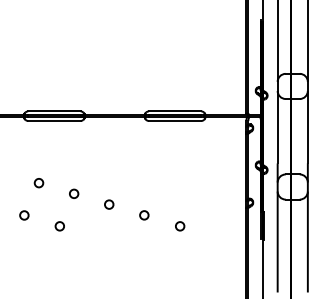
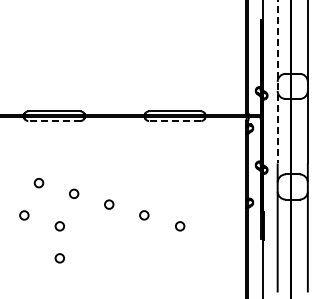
line at (277, 82): solid -> dashed
line at (53, 121): solid -> dashed
line at (174, 121): solid -> dashed
circle at (59, 258): none -> present
